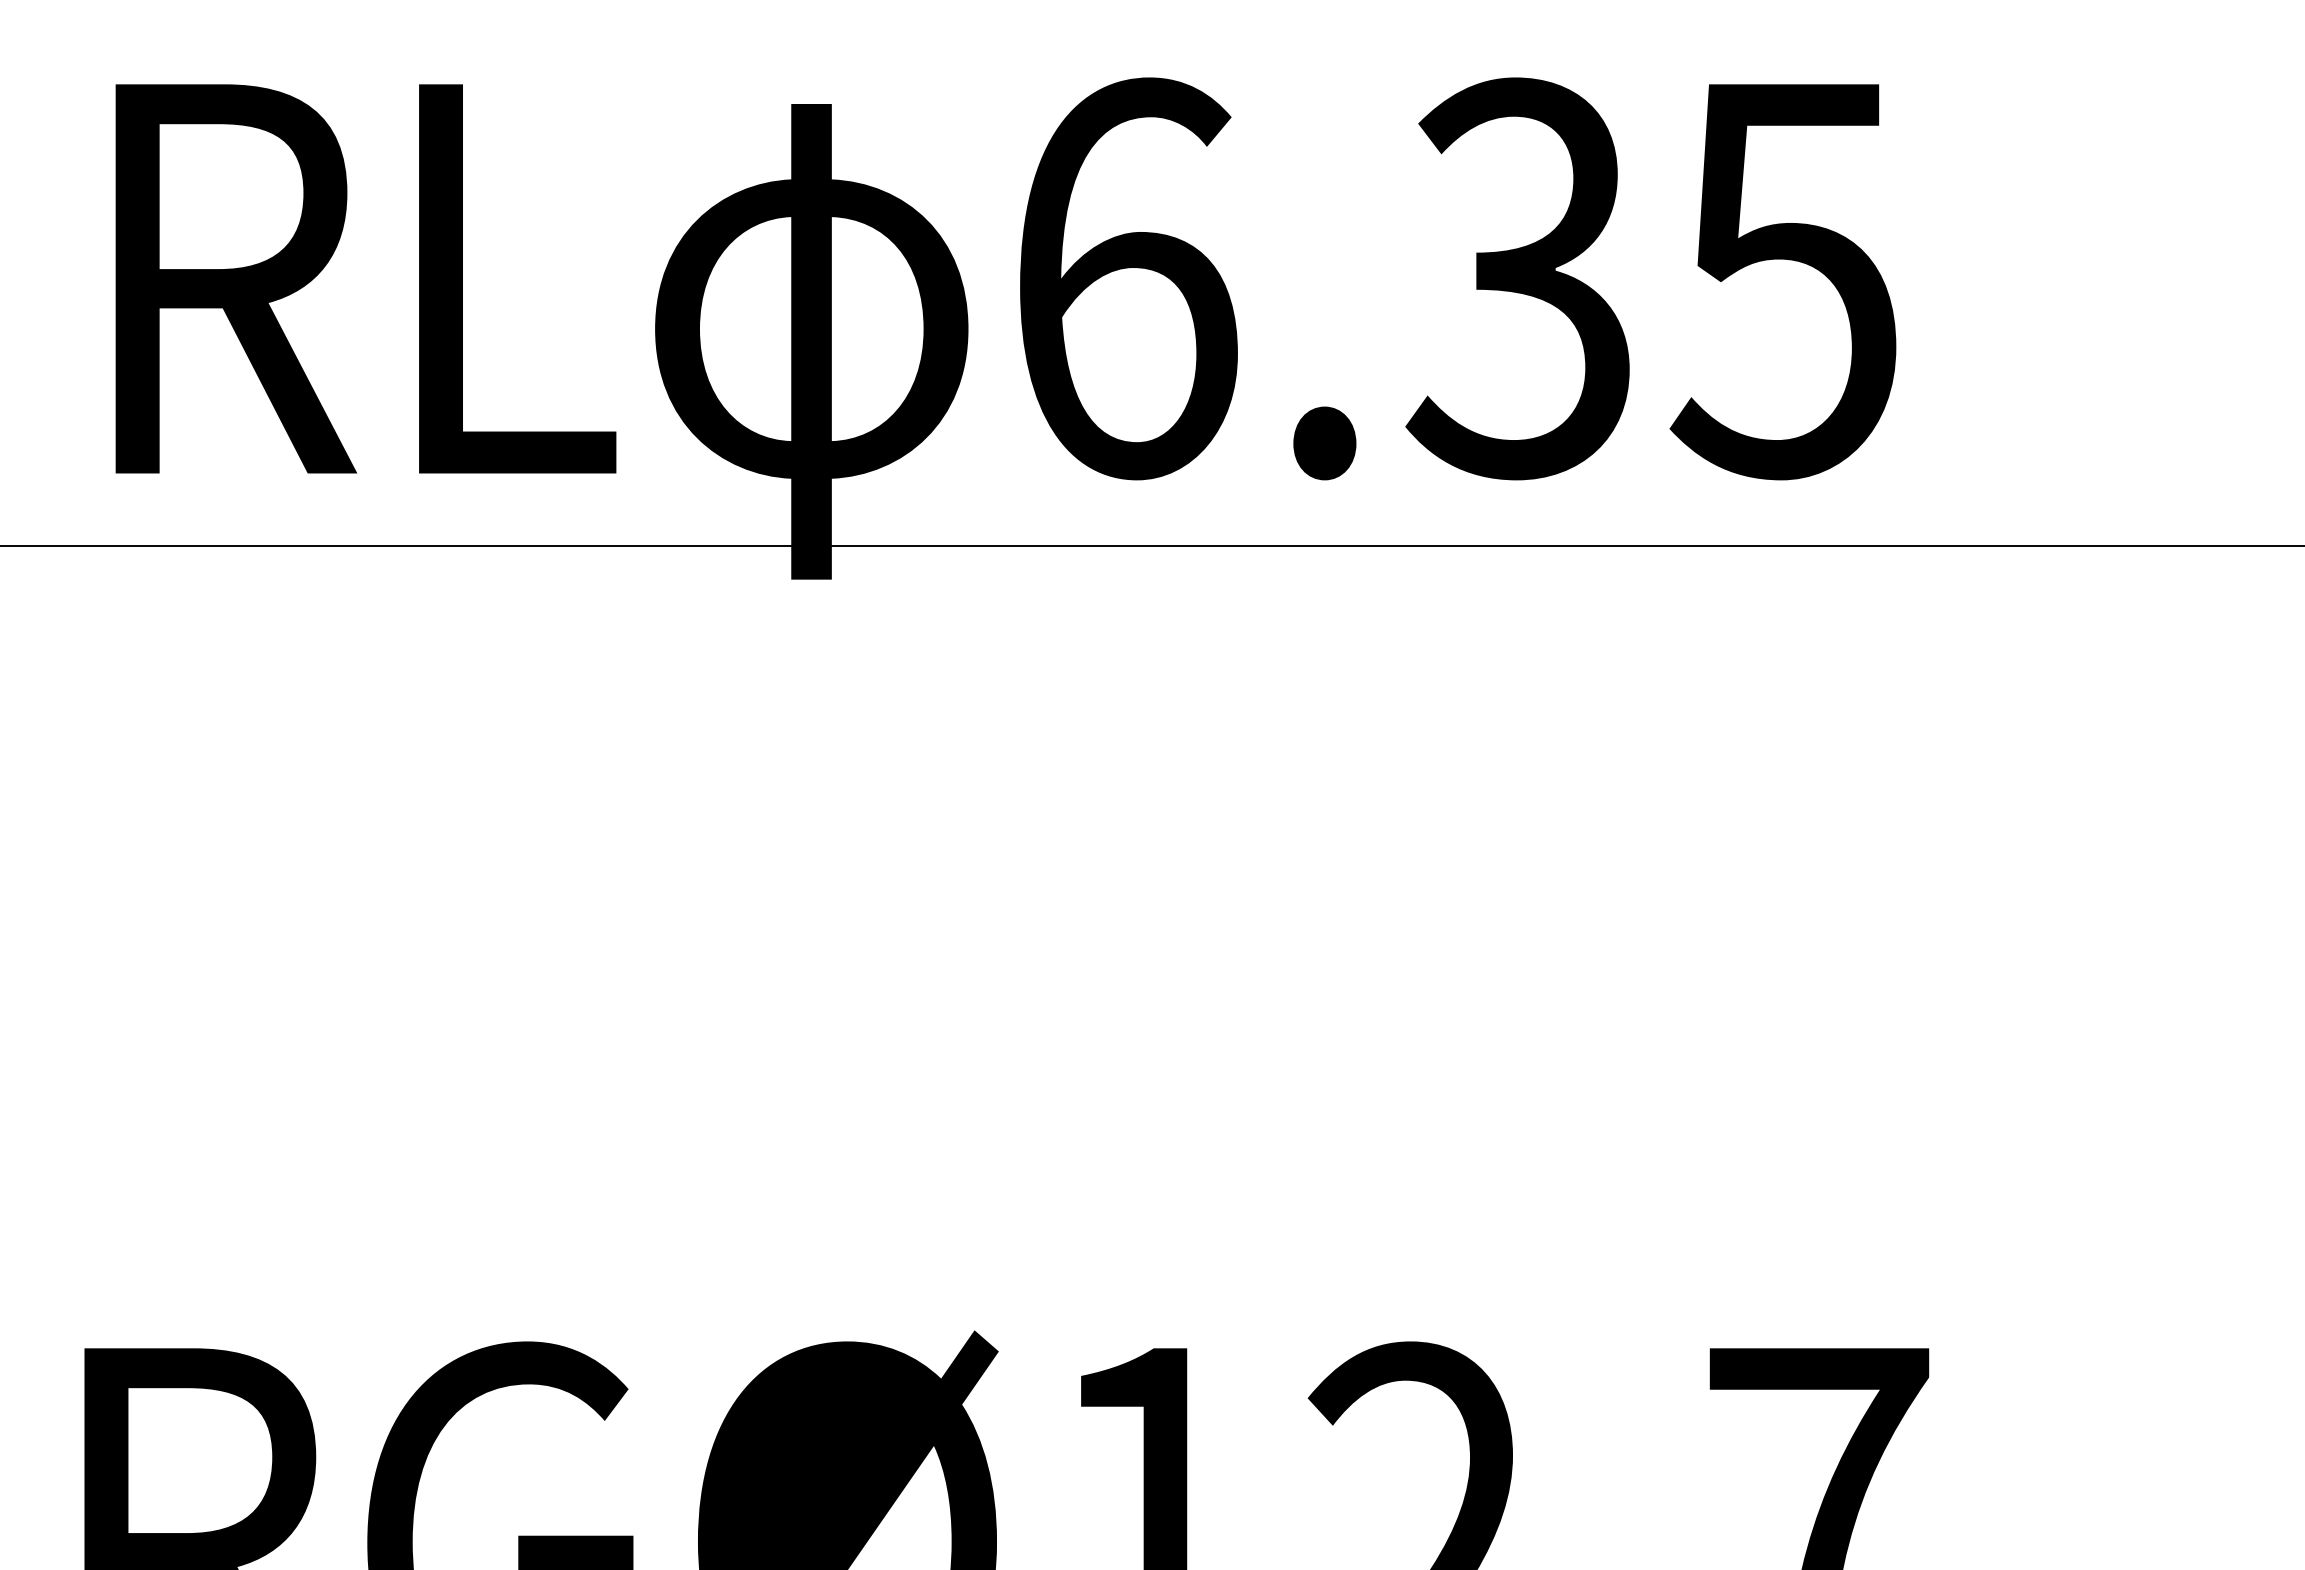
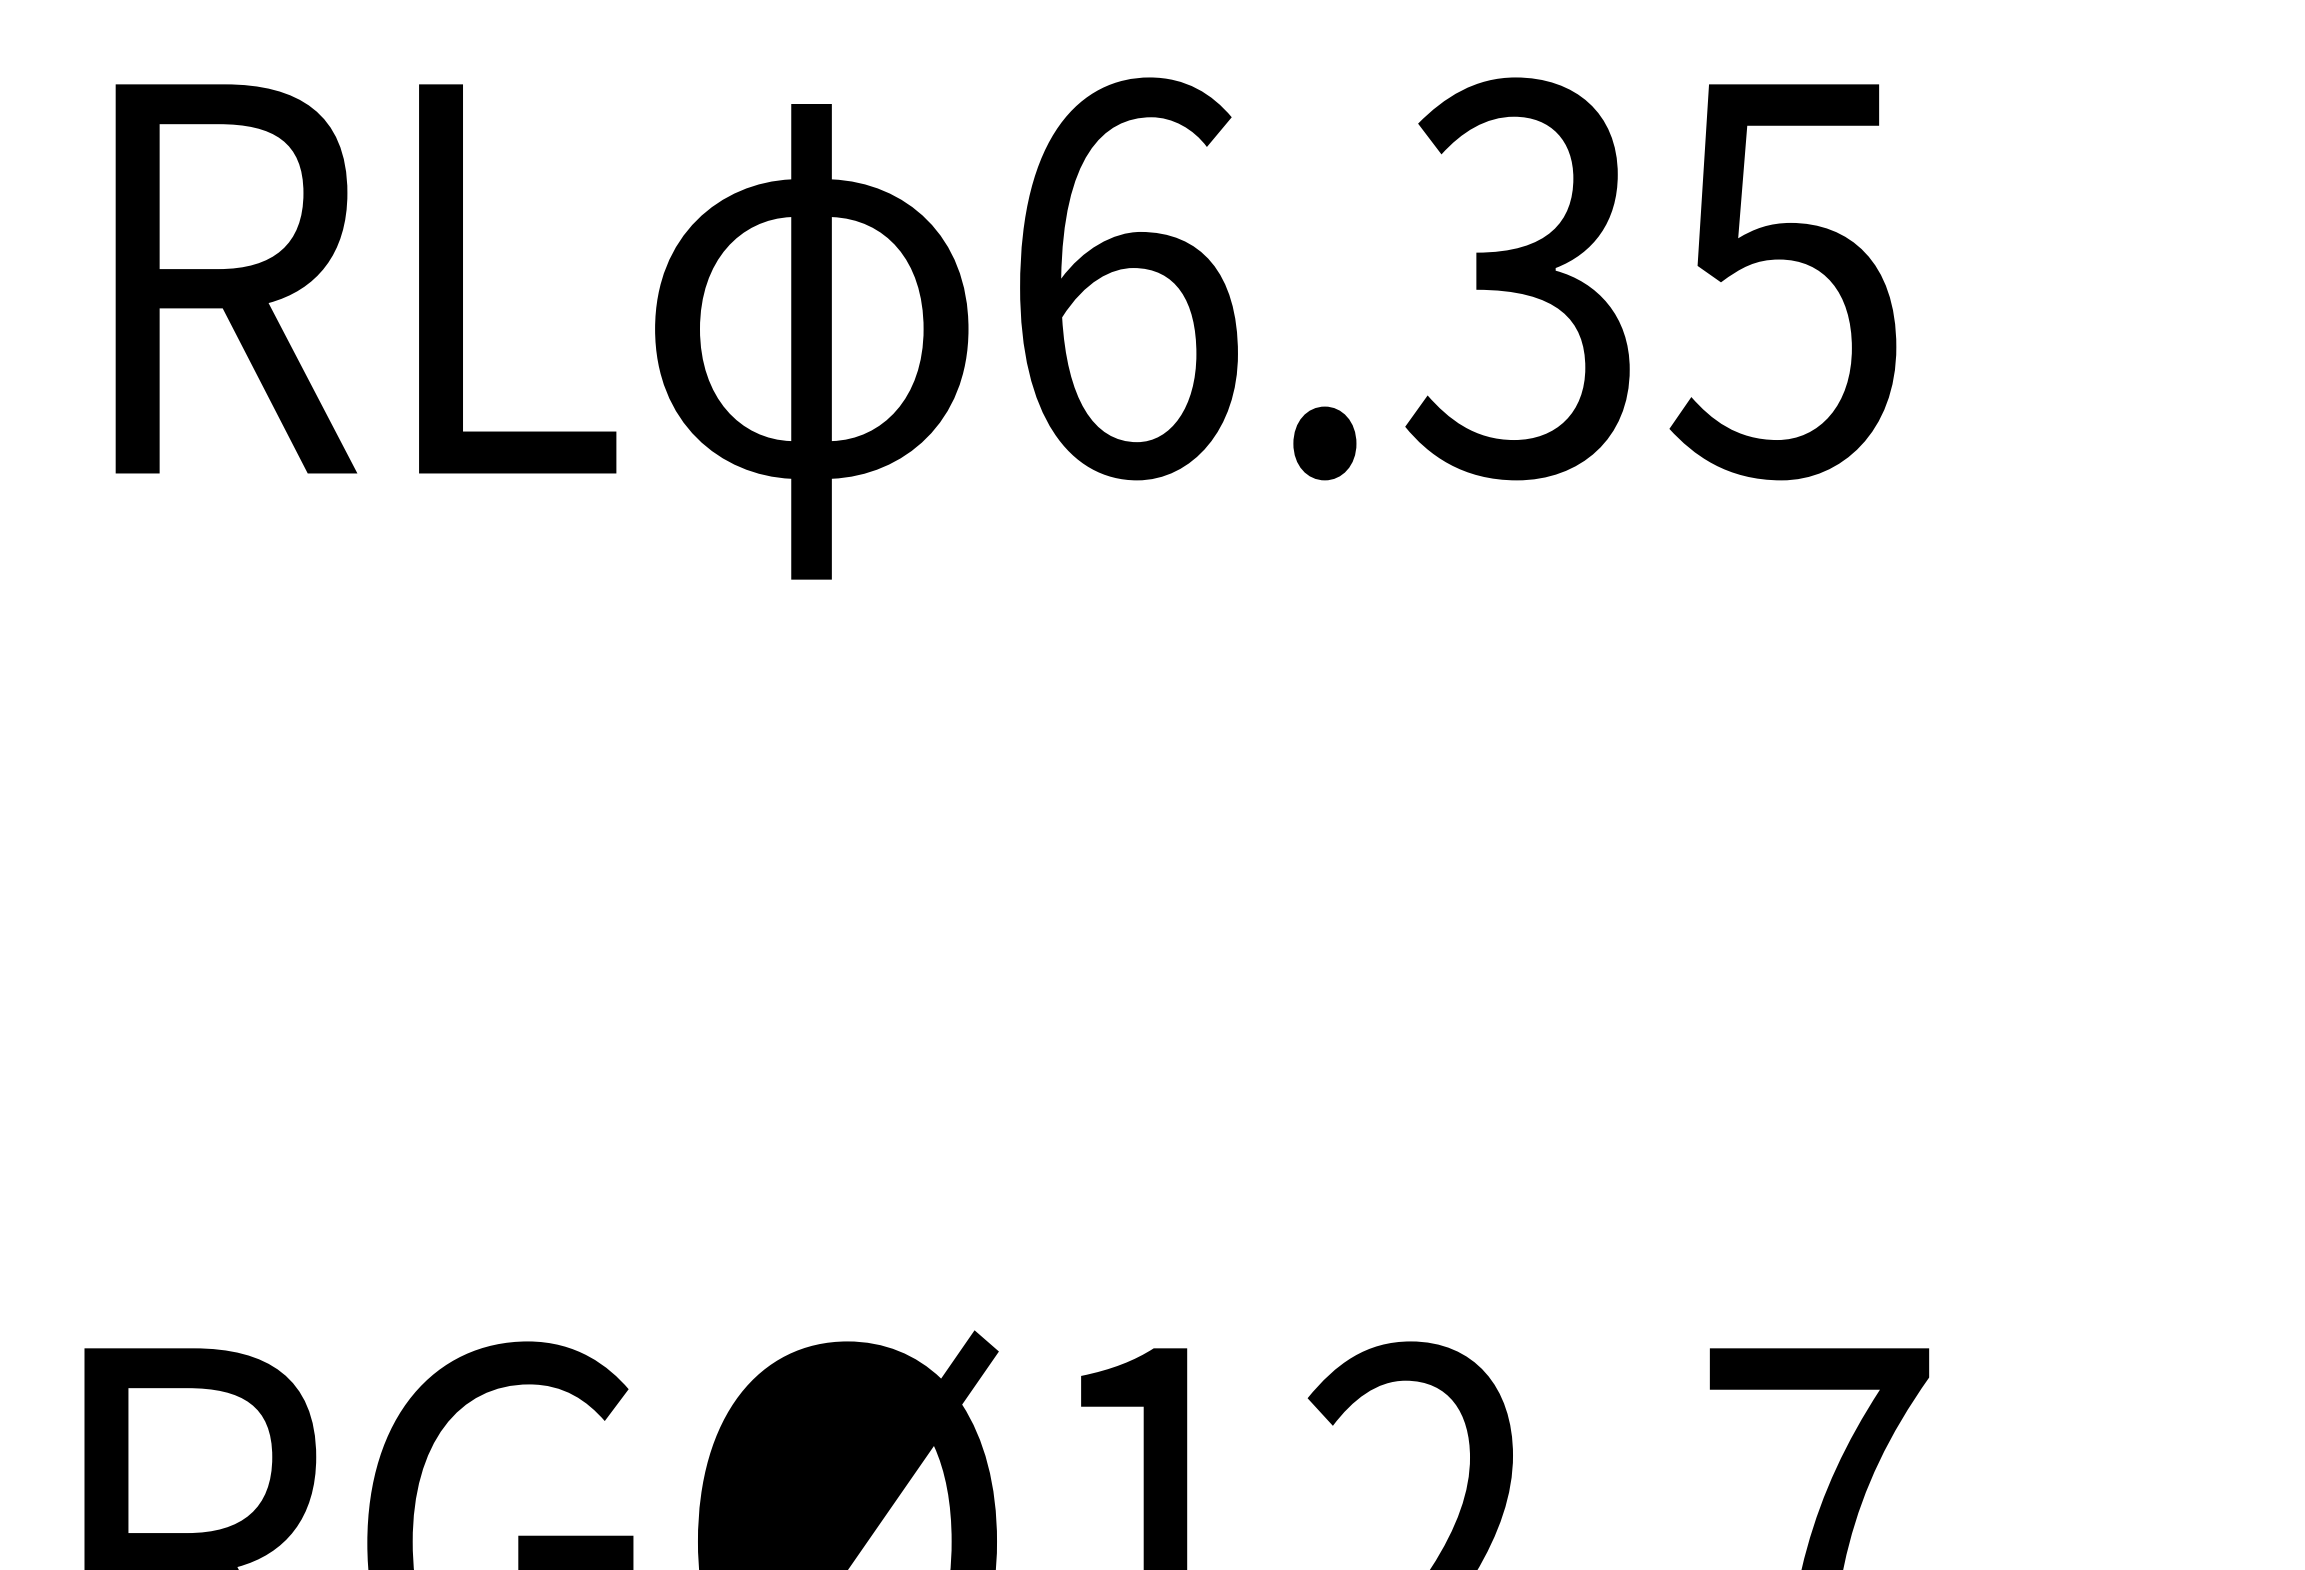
line at (1151, 545): present -> none
